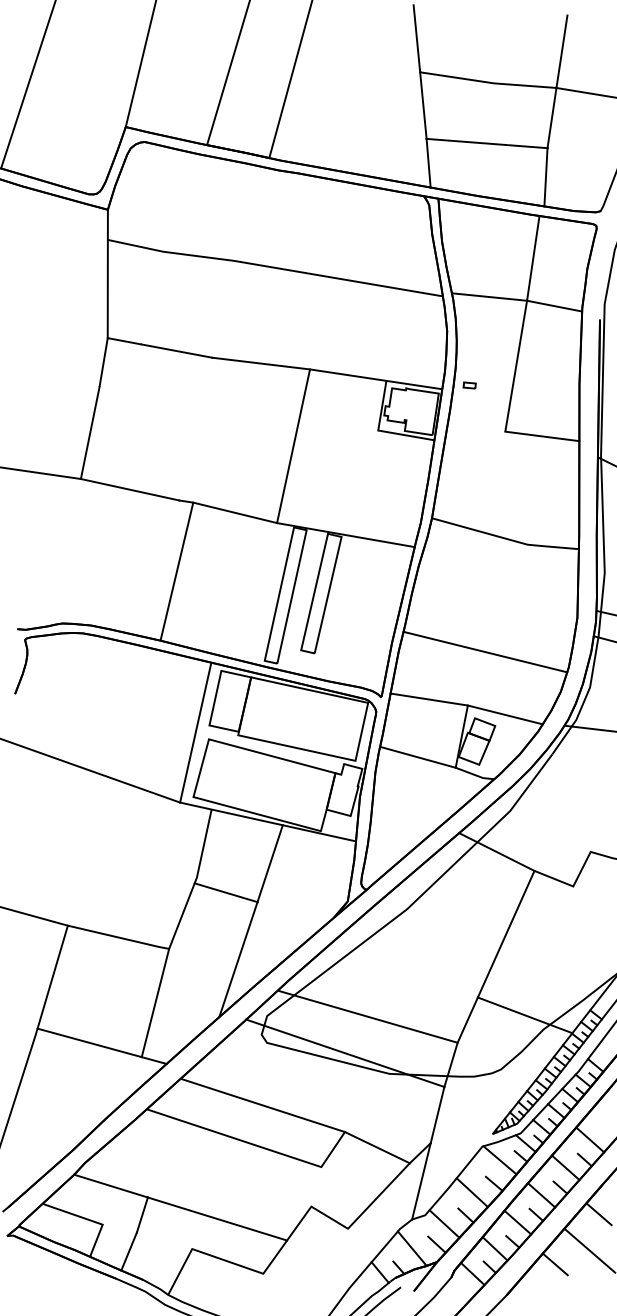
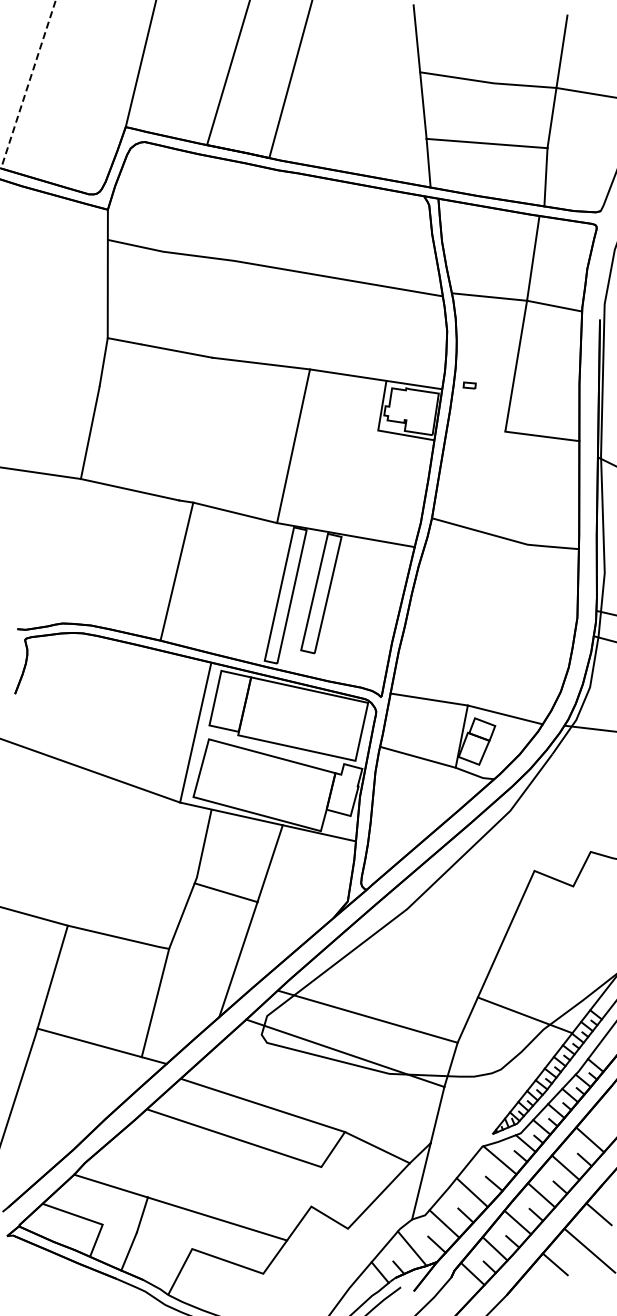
line at (28, 85): solid -> dashed
line at (485, 651): present -> none
line at (496, 851): present -> none
